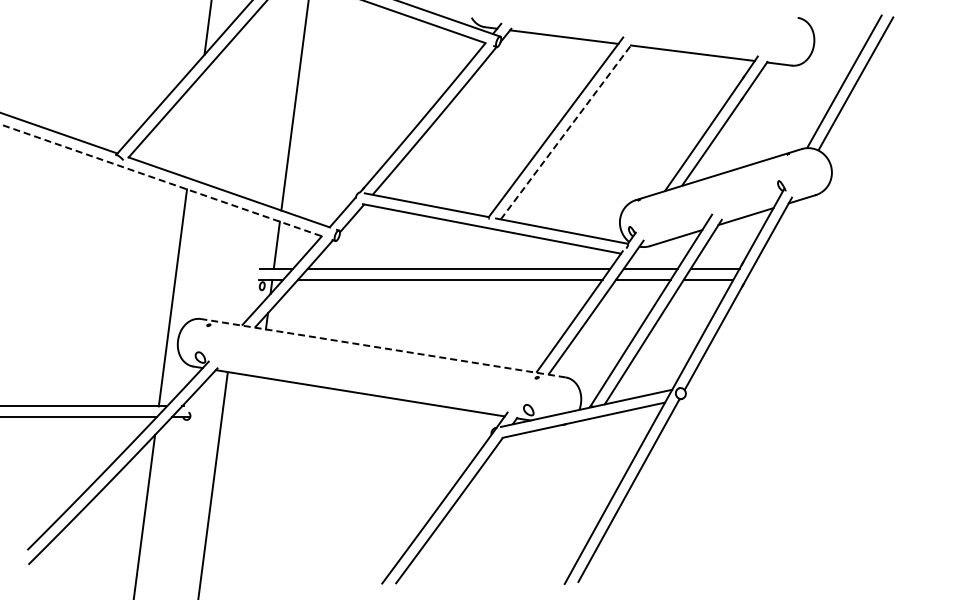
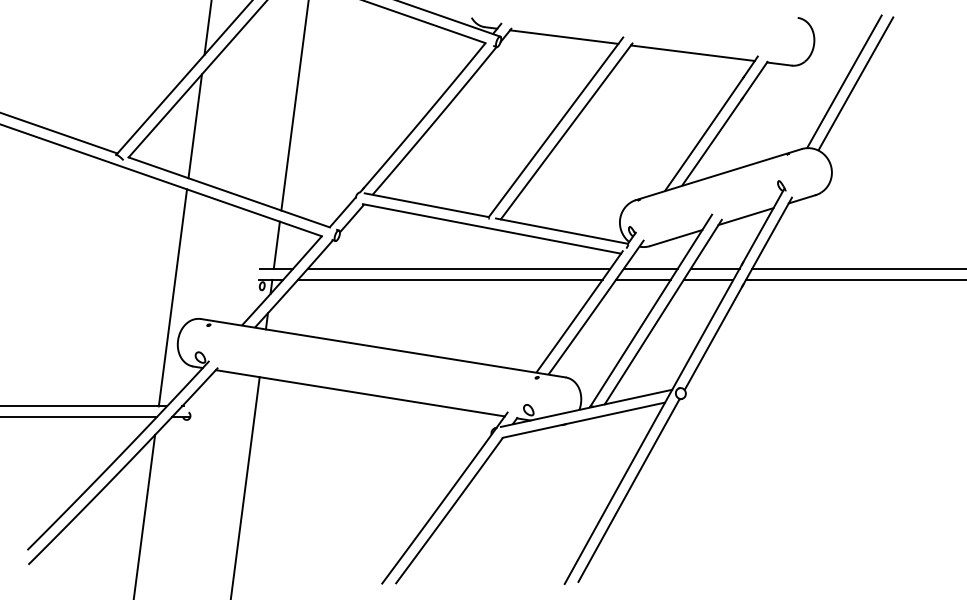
line at (195, 126): none -> present
line at (566, 131): dashed -> solid
line at (161, 180): dashed -> solid
line at (857, 268): none -> present
line at (854, 279): none -> present
line at (383, 348): dashed -> solid
line at (212, 484) position: (212, 484) -> (245, 486)
